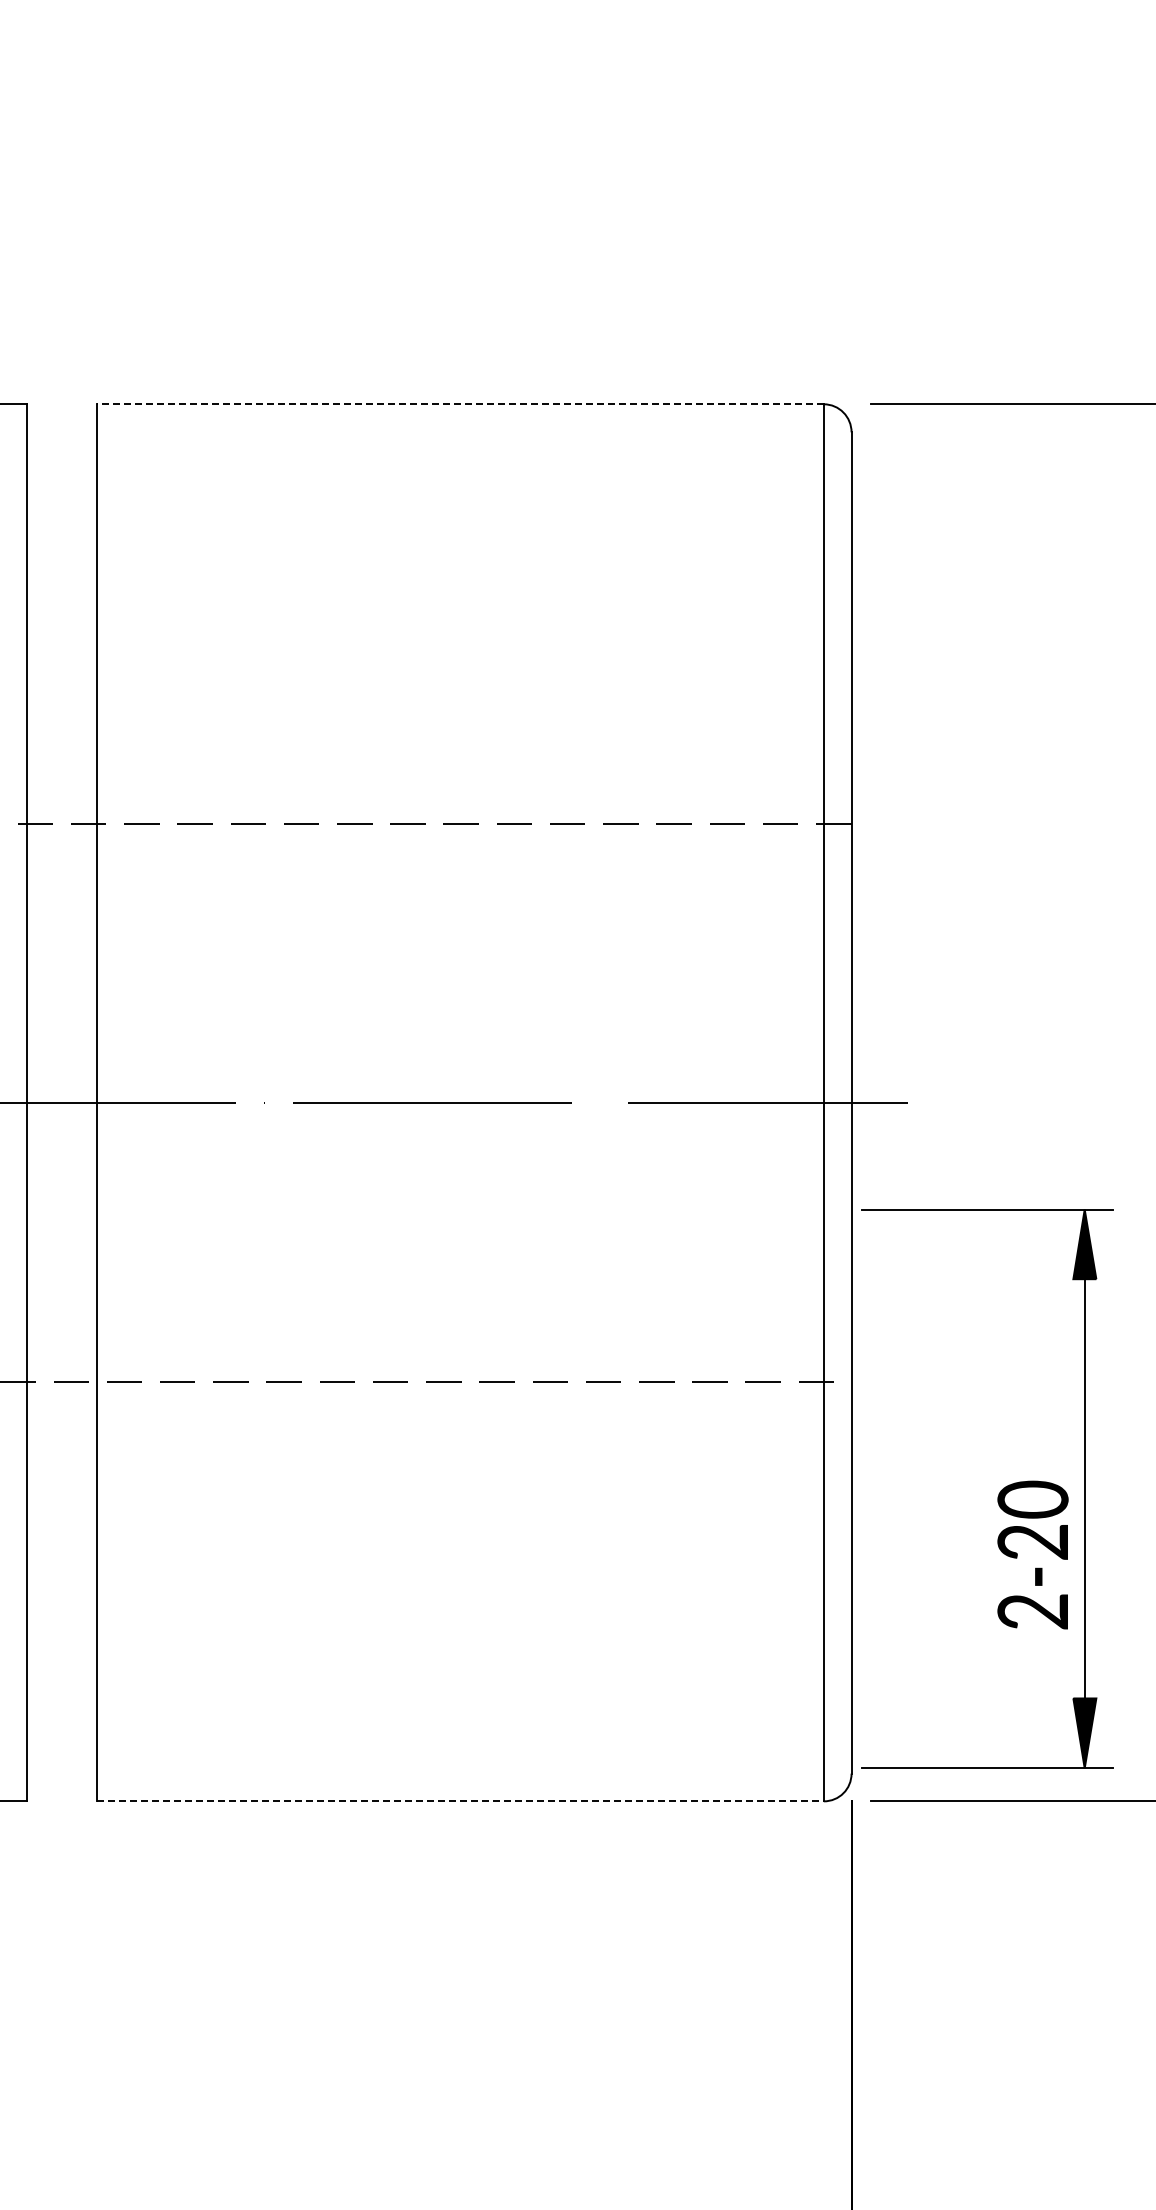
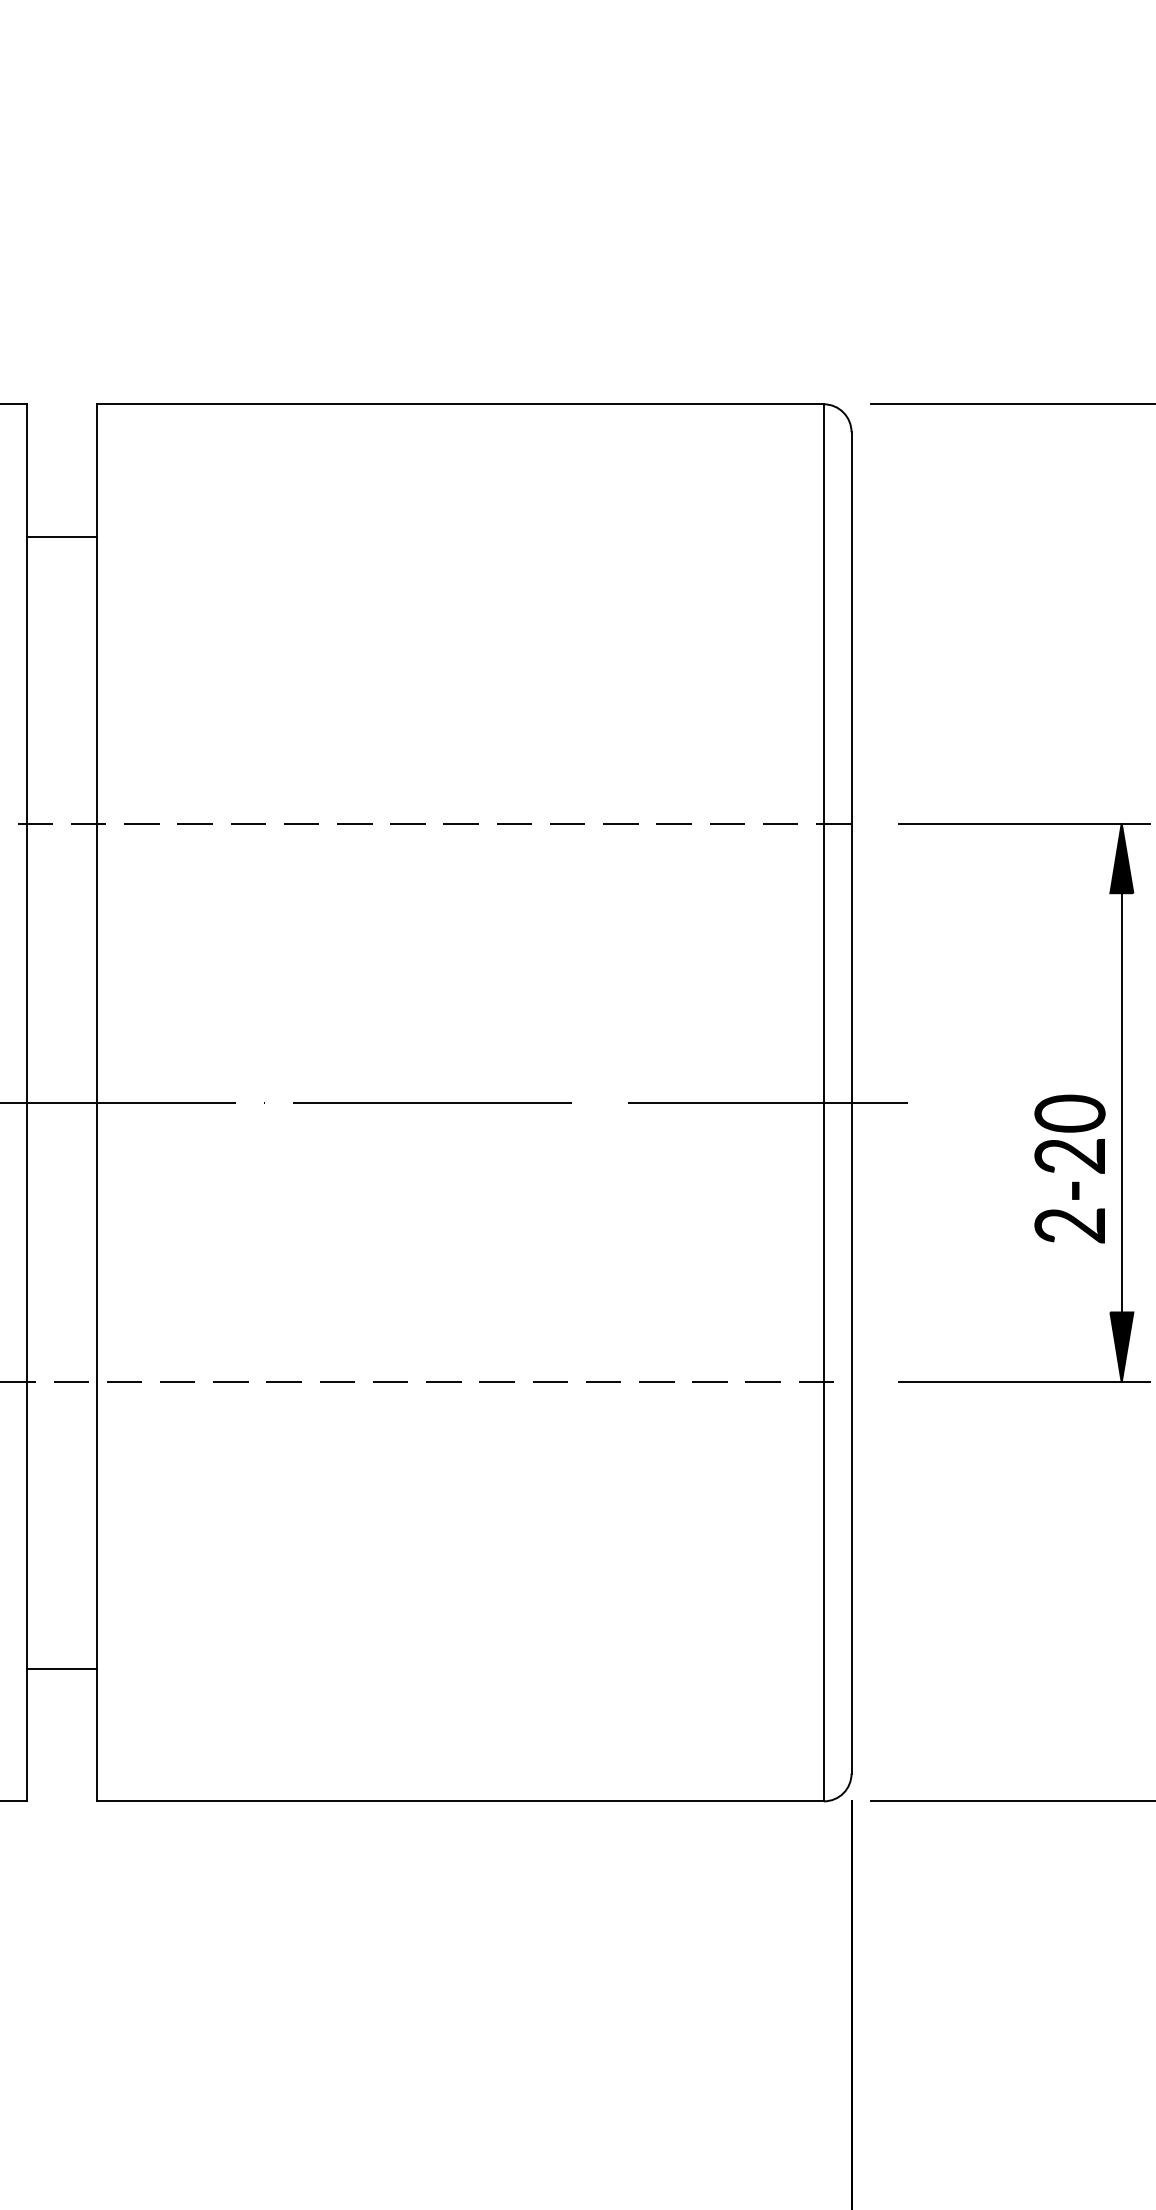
line at (460, 404): dashed -> solid
line at (62, 537): none -> present
part at (998, 1493) position: (998, 1493) -> (1035, 1107)
line at (62, 1668): none -> present
line at (461, 1801): dashed -> solid
